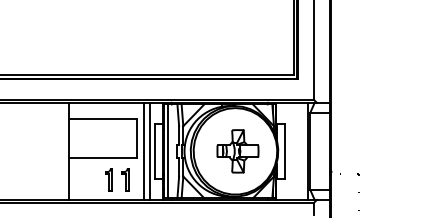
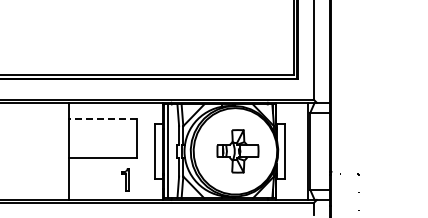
line at (102, 119): solid -> dashed
line at (143, 150): present -> none
line at (150, 150): present -> none
part at (108, 179): present -> none
